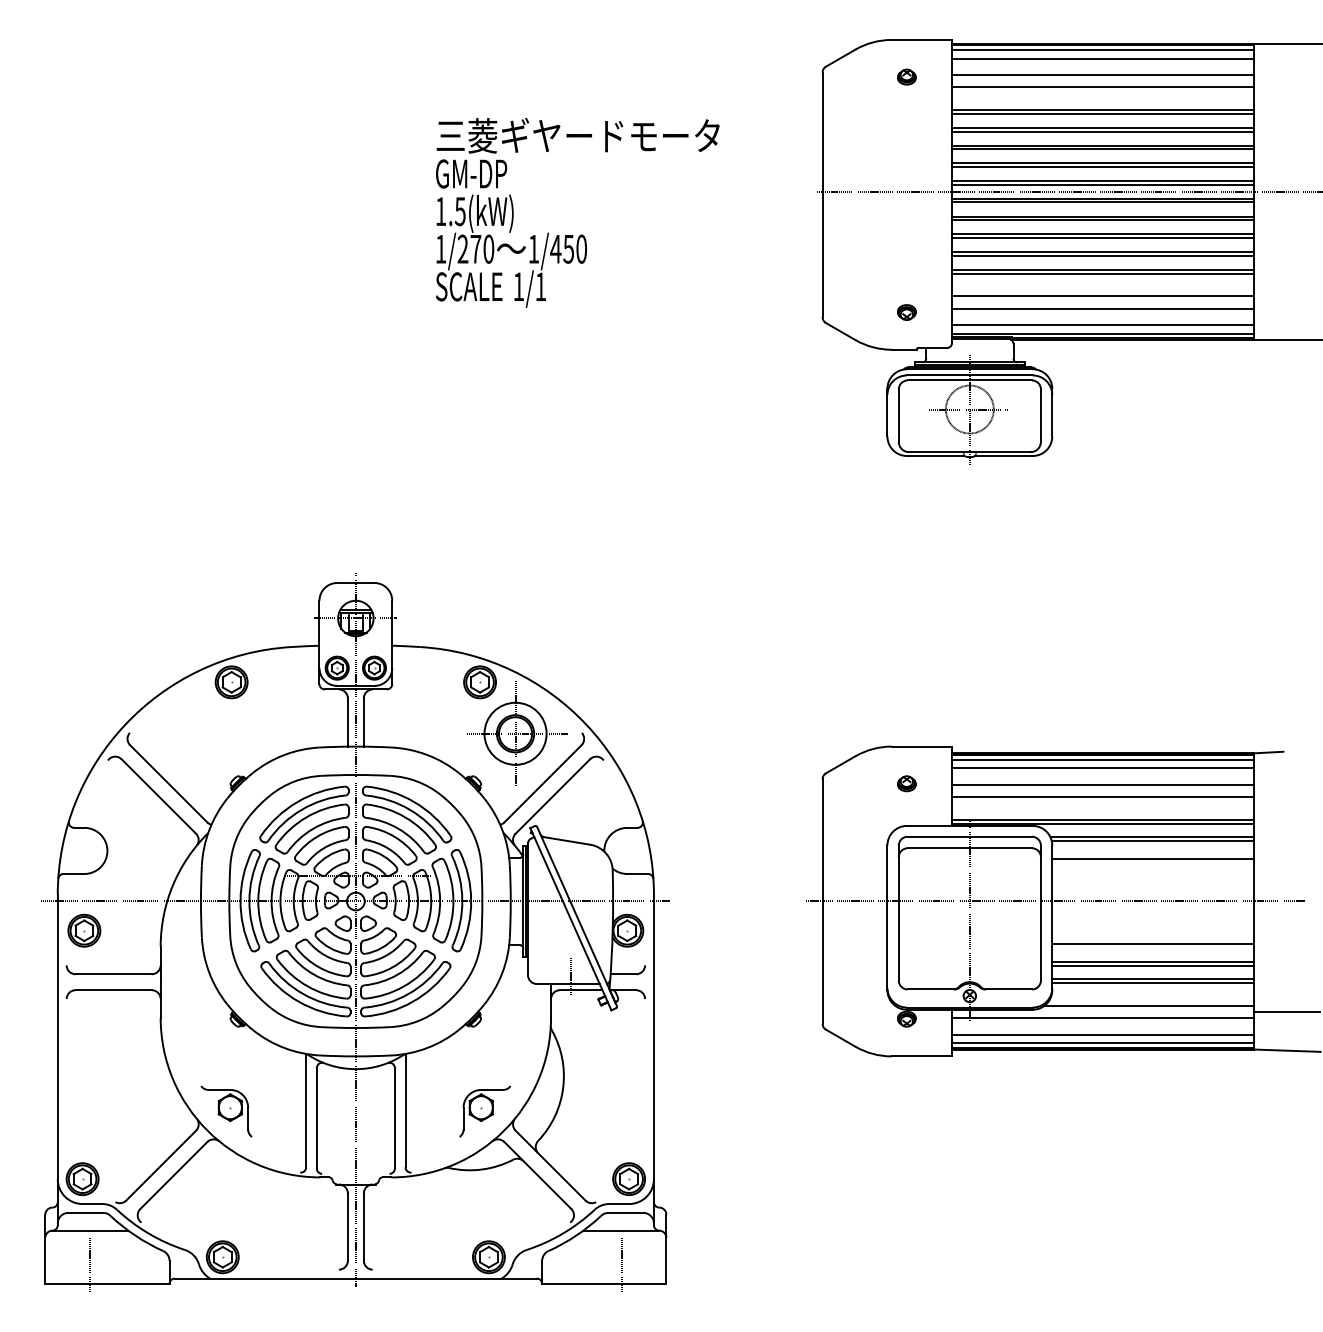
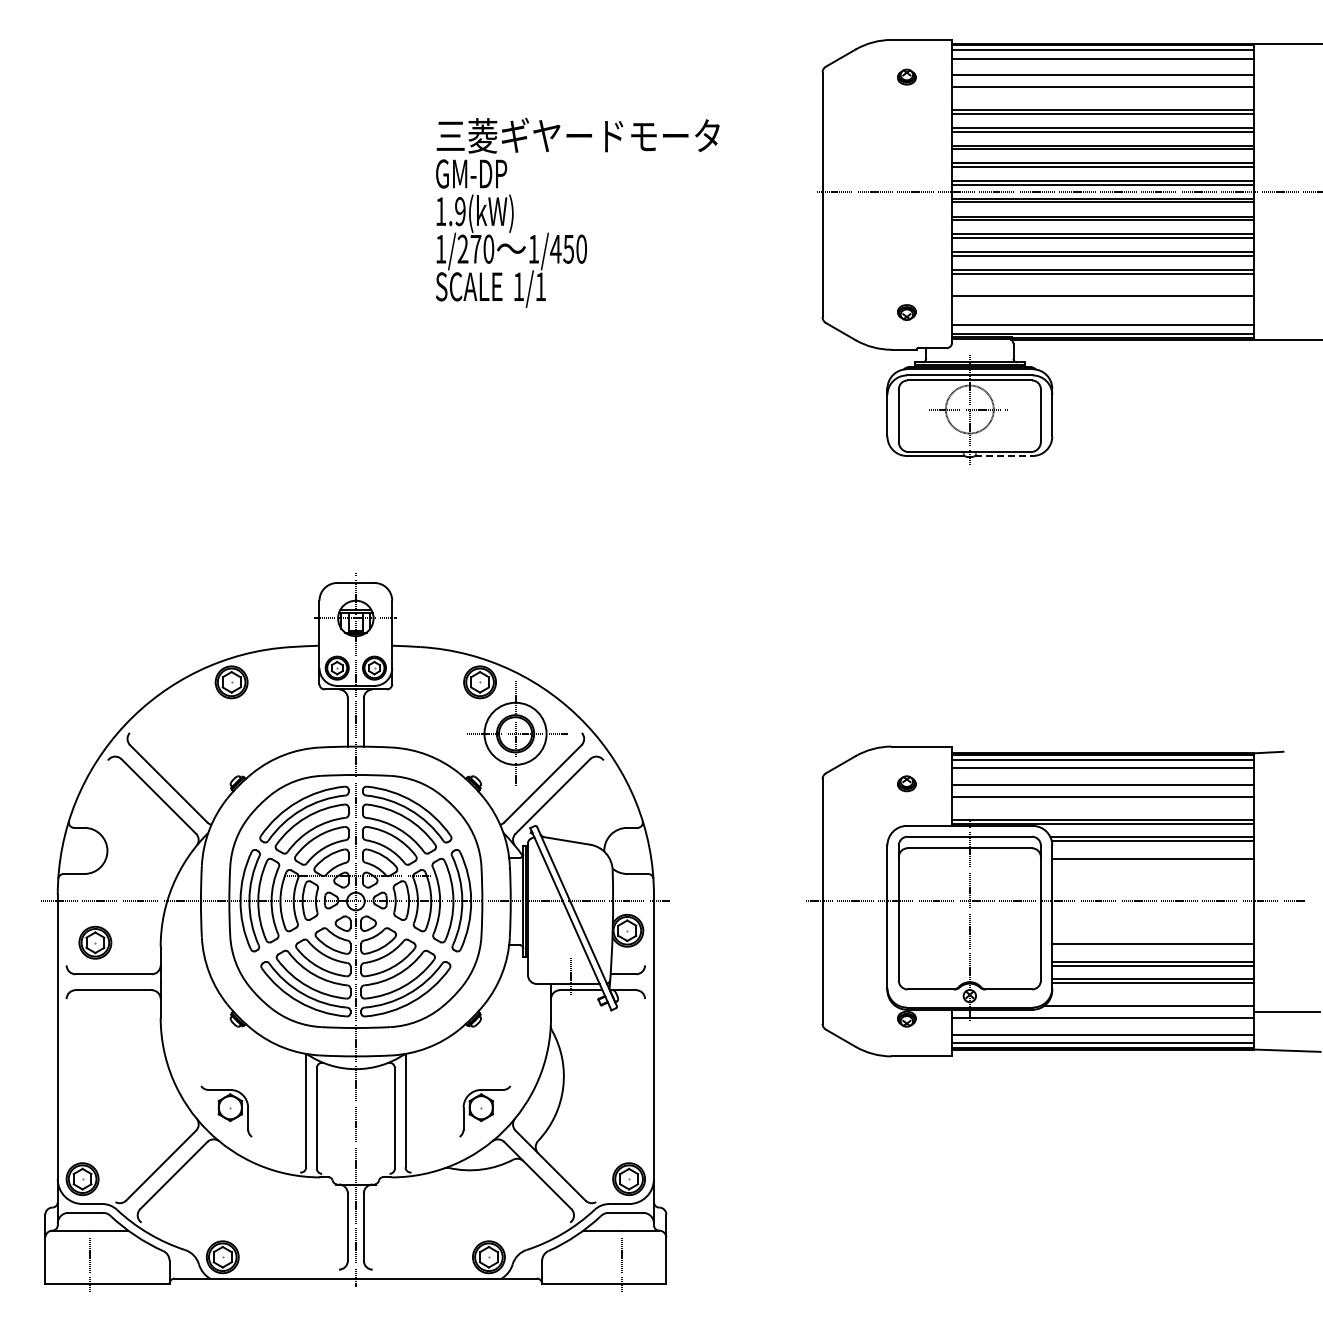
text at (459, 211): 1.5(kW) -> 1.9(kW)
line at (1102, 308): present -> none
line at (1004, 456): solid -> dashed
part at (84, 930) position: (84, 930) -> (95, 942)
